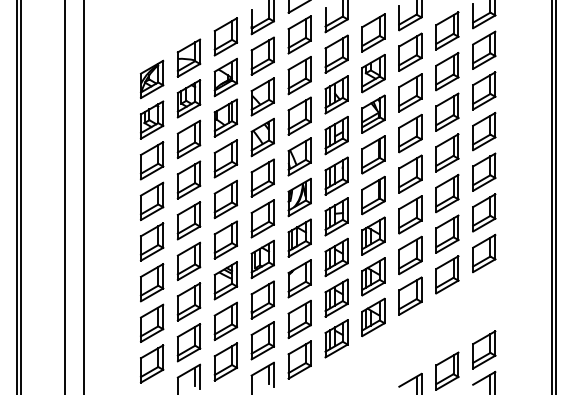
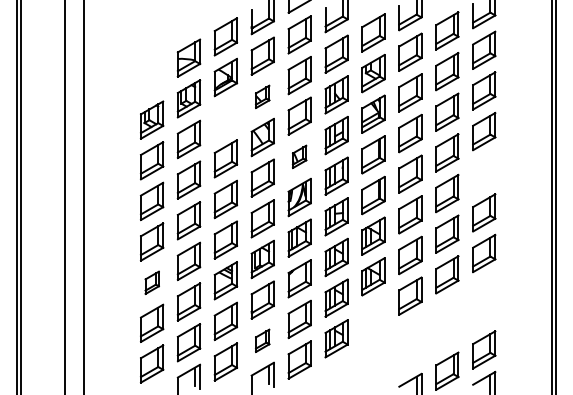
part at (152, 79): present -> none
part at (262, 96) size: 25x40 px -> 16x26 px
part at (225, 117): present -> none
part at (299, 156) size: 25x40 px -> 17x26 px
part at (484, 171): present -> none
part at (152, 282) size: 25x40 px -> 16x25 px
part at (373, 317): present -> none
part at (262, 340) size: 25x40 px -> 16x25 px
